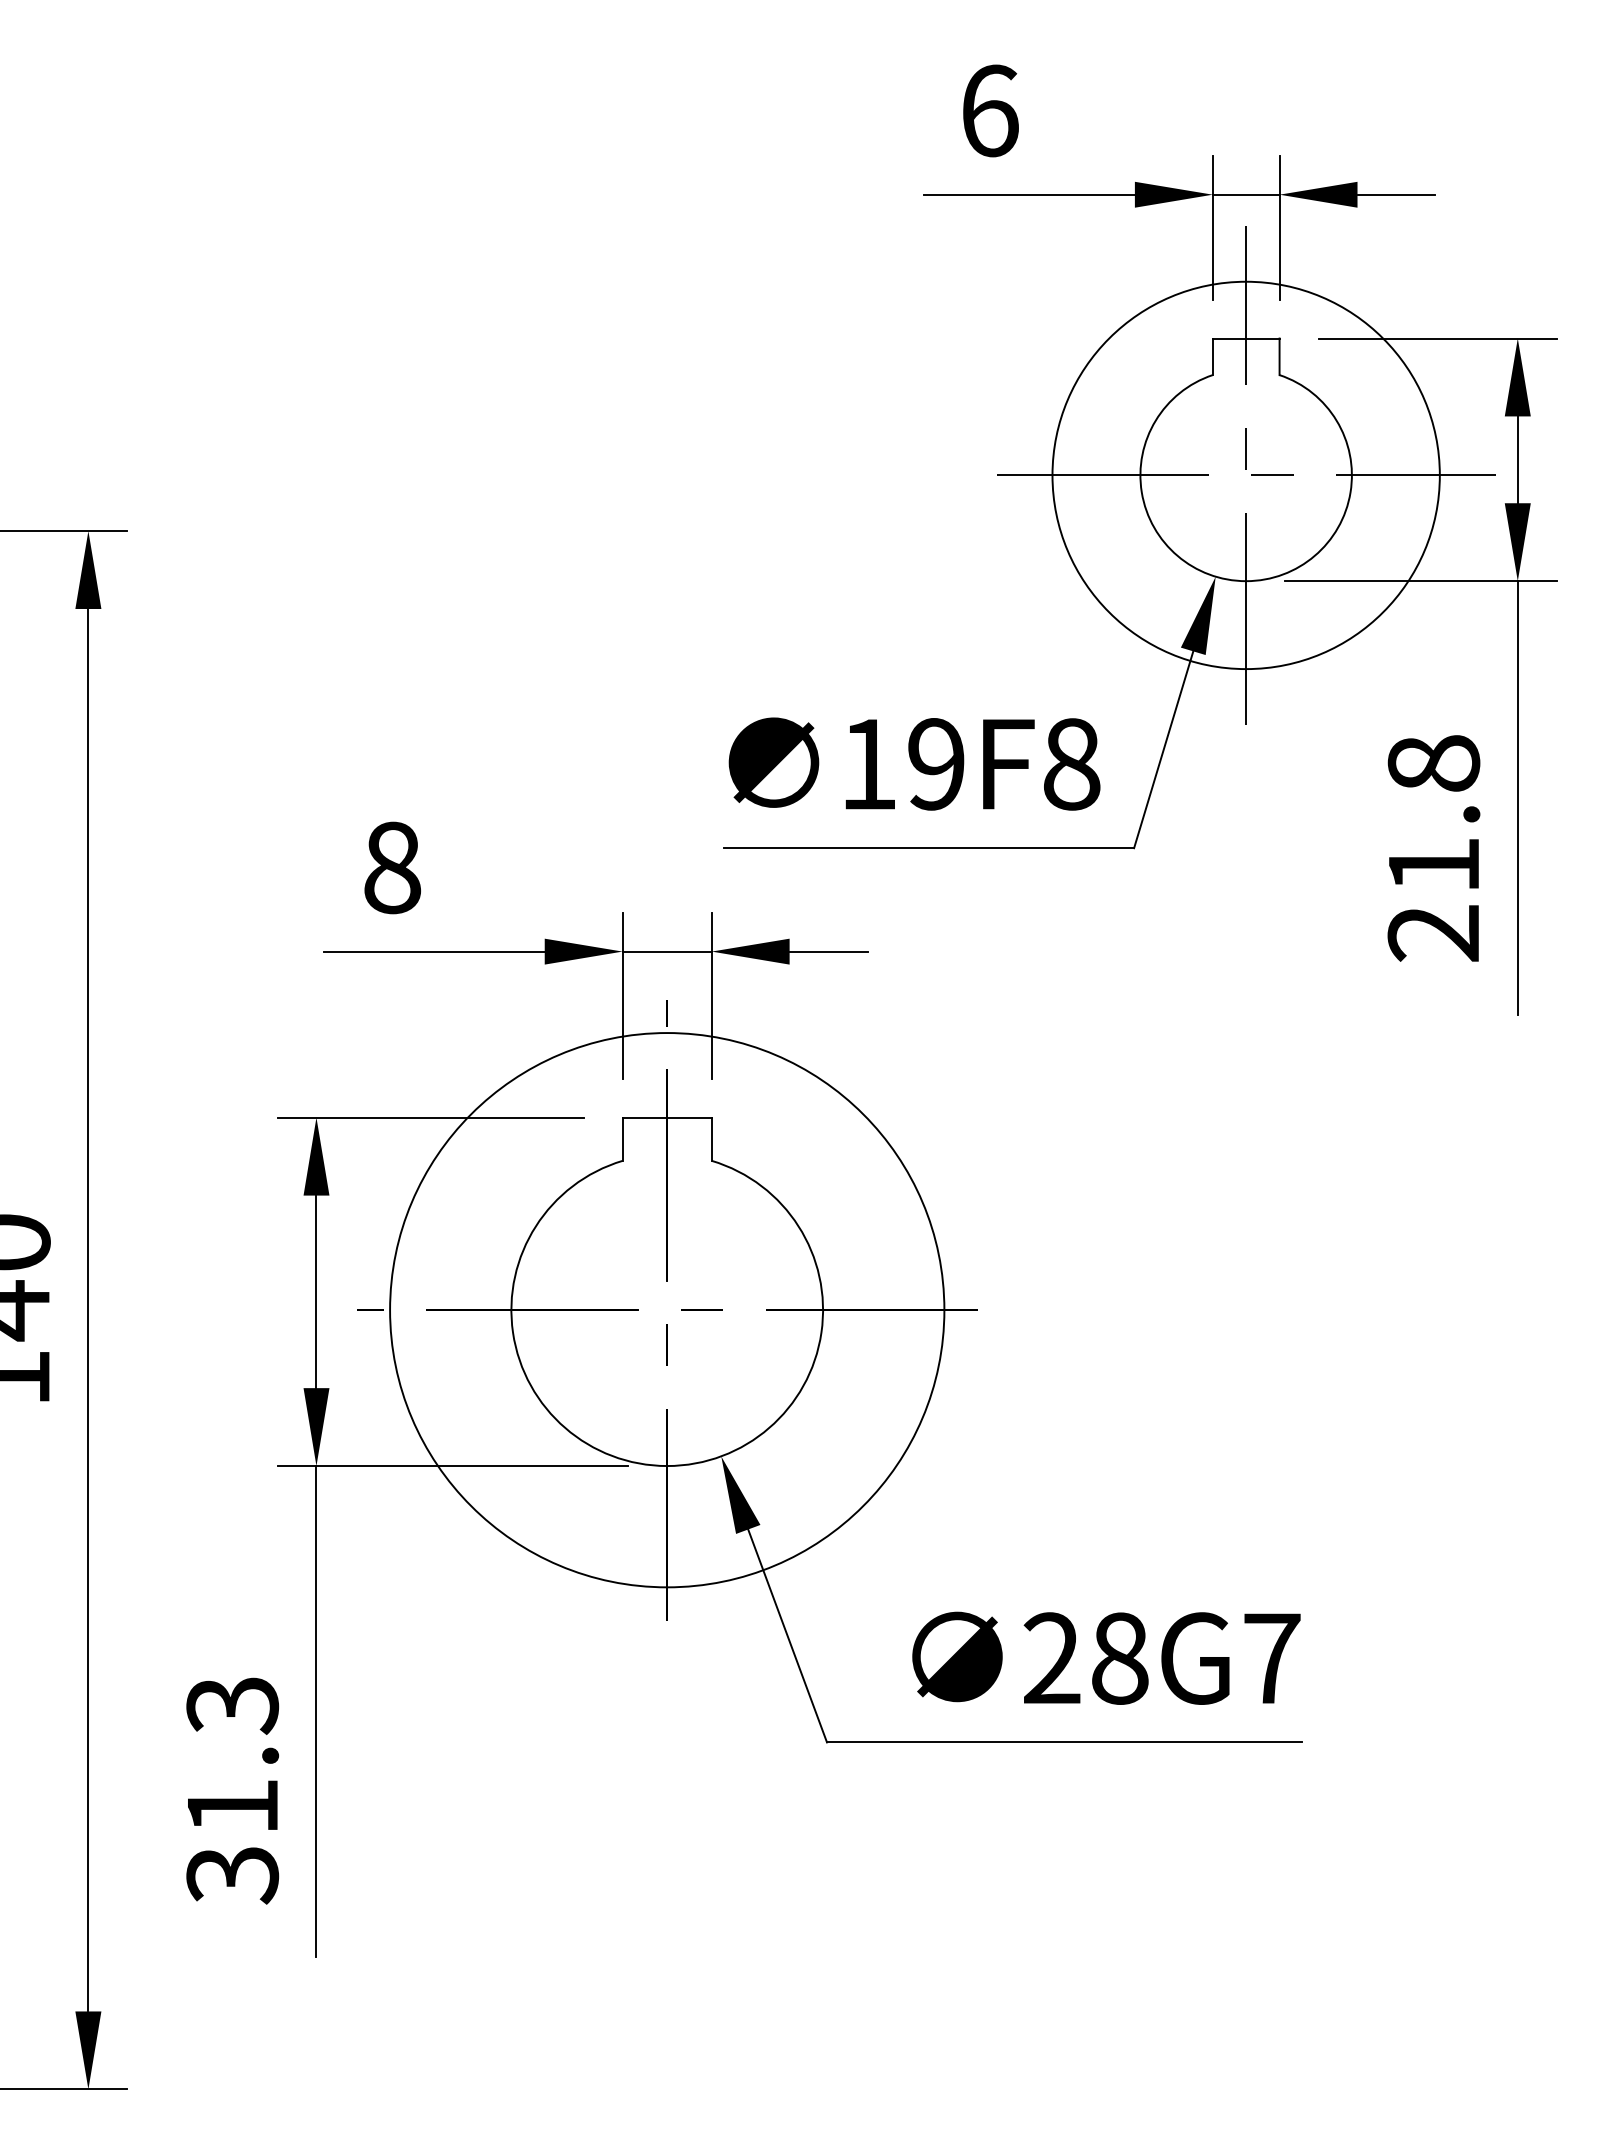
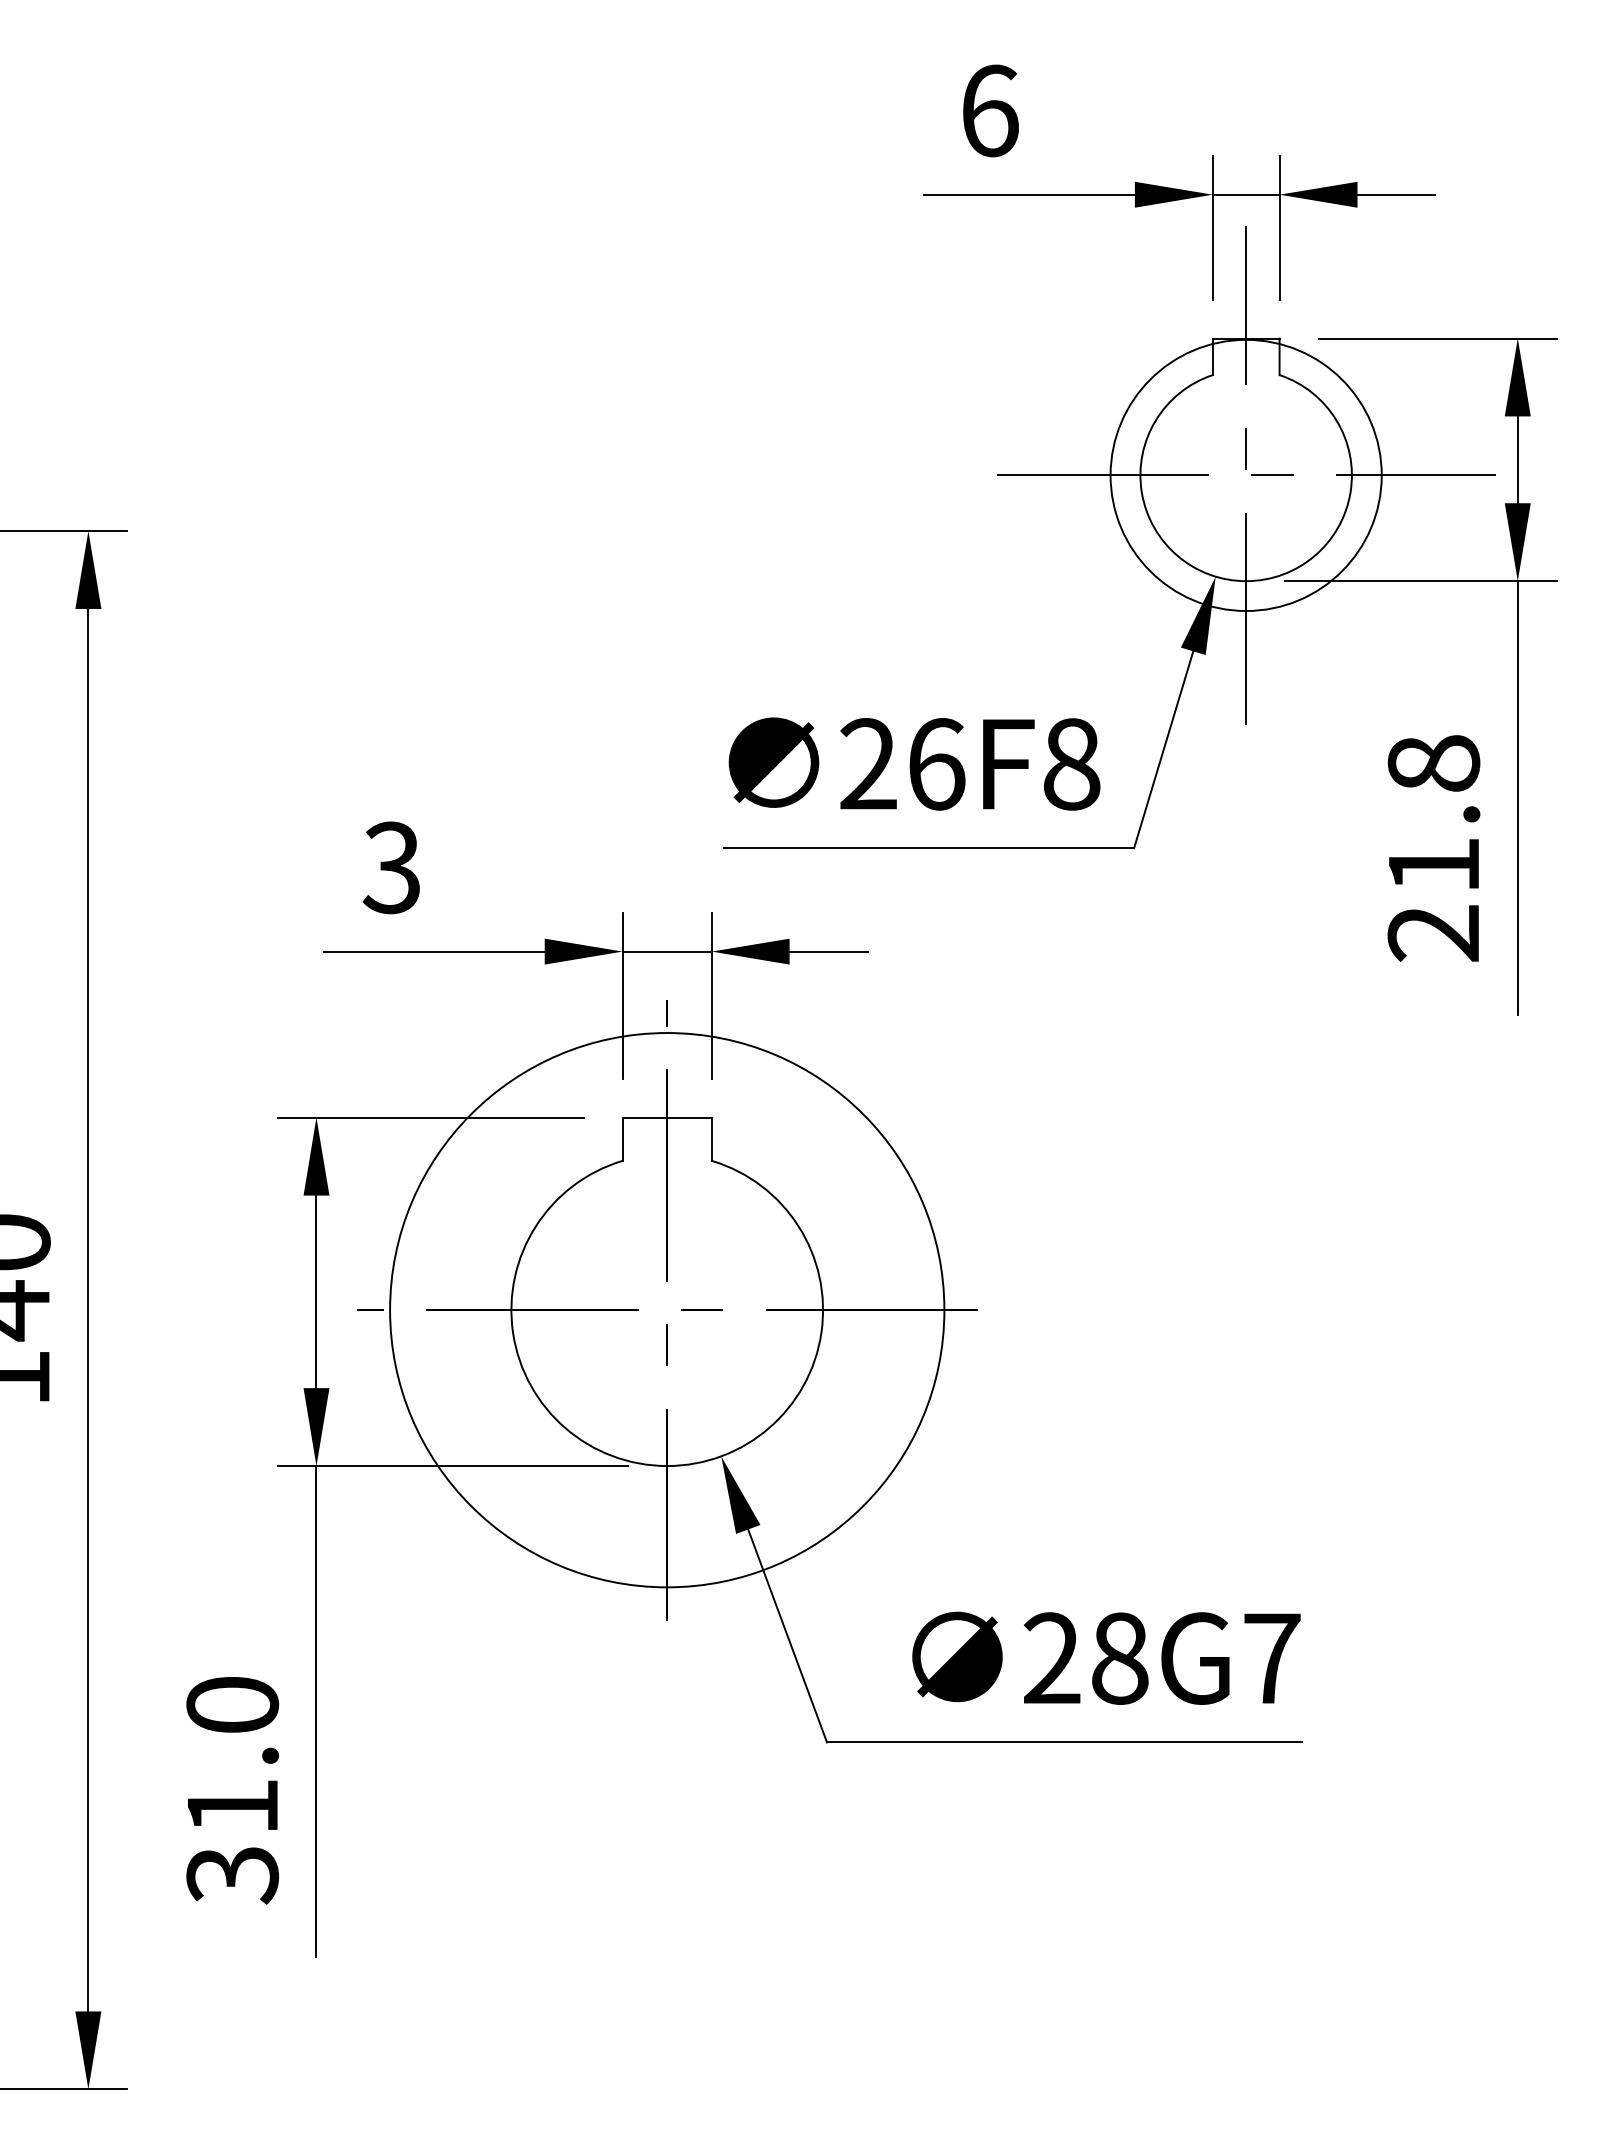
circle at (1245, 475) diameter: 387 px -> 271 px
text at (902, 764): 19F8 -> 26F8
text at (391, 867): 8 -> 3
text at (232, 1705): 31.3 -> 31.0
